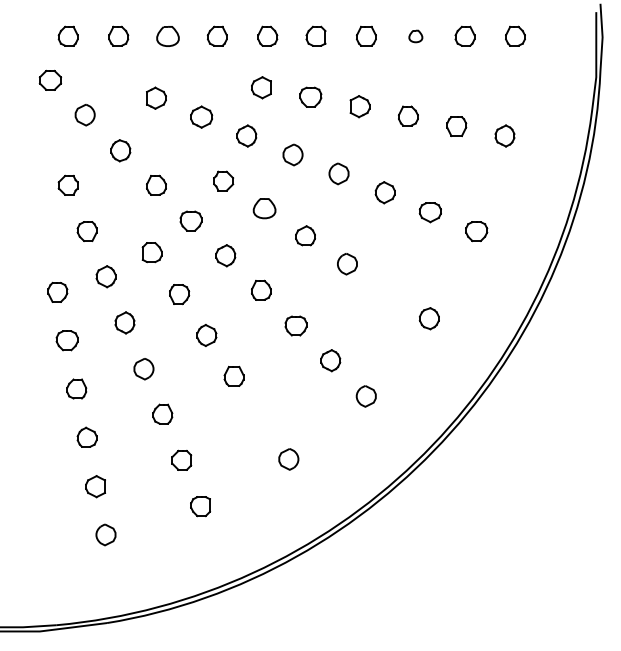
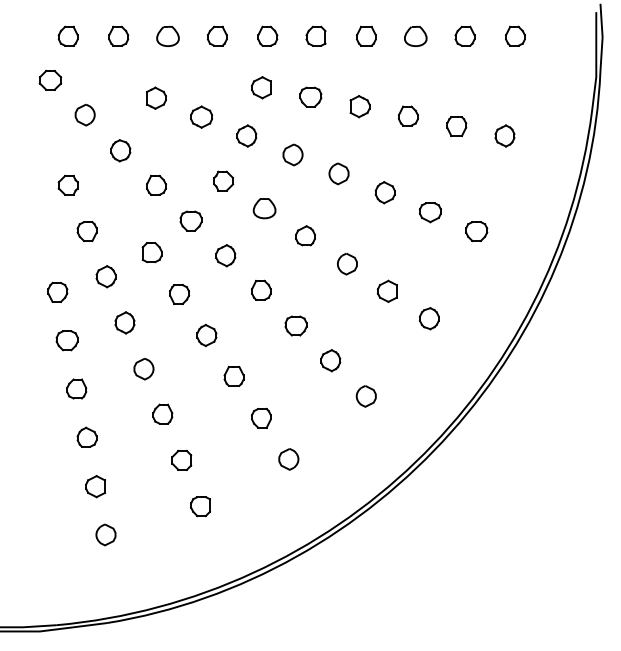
part at (415, 36) size: 16x15 px -> 24x21 px
part at (386, 290): none -> present
part at (261, 417): none -> present
